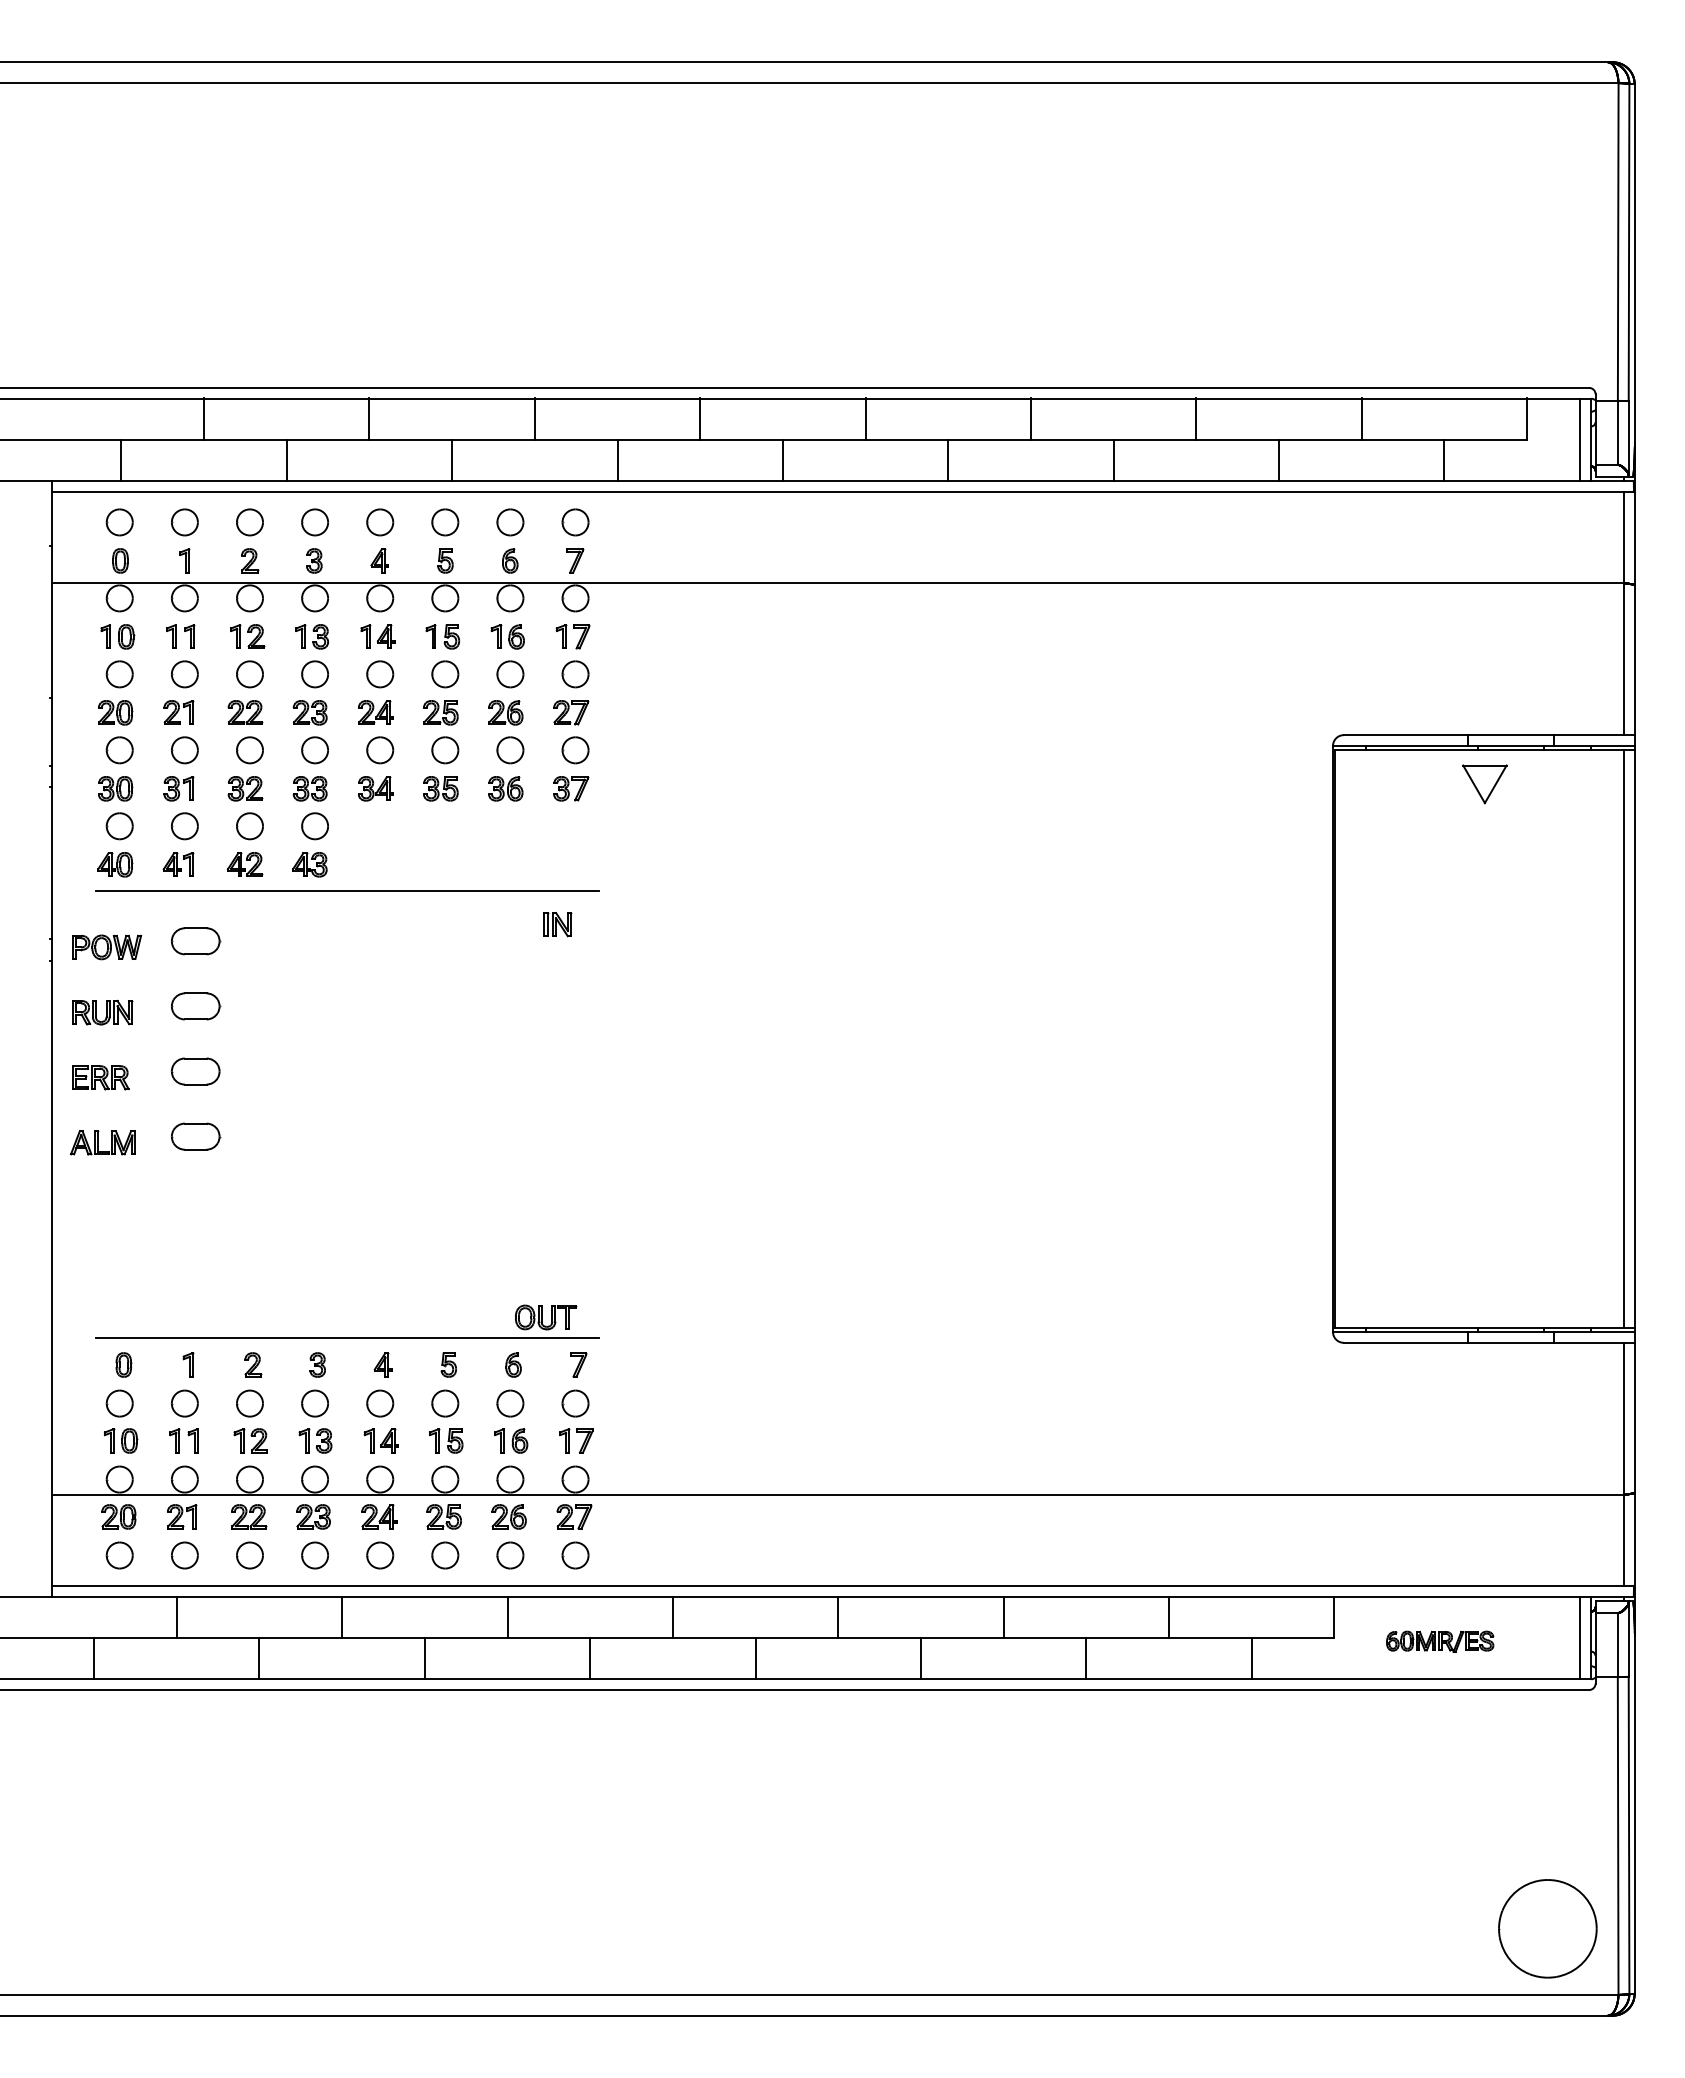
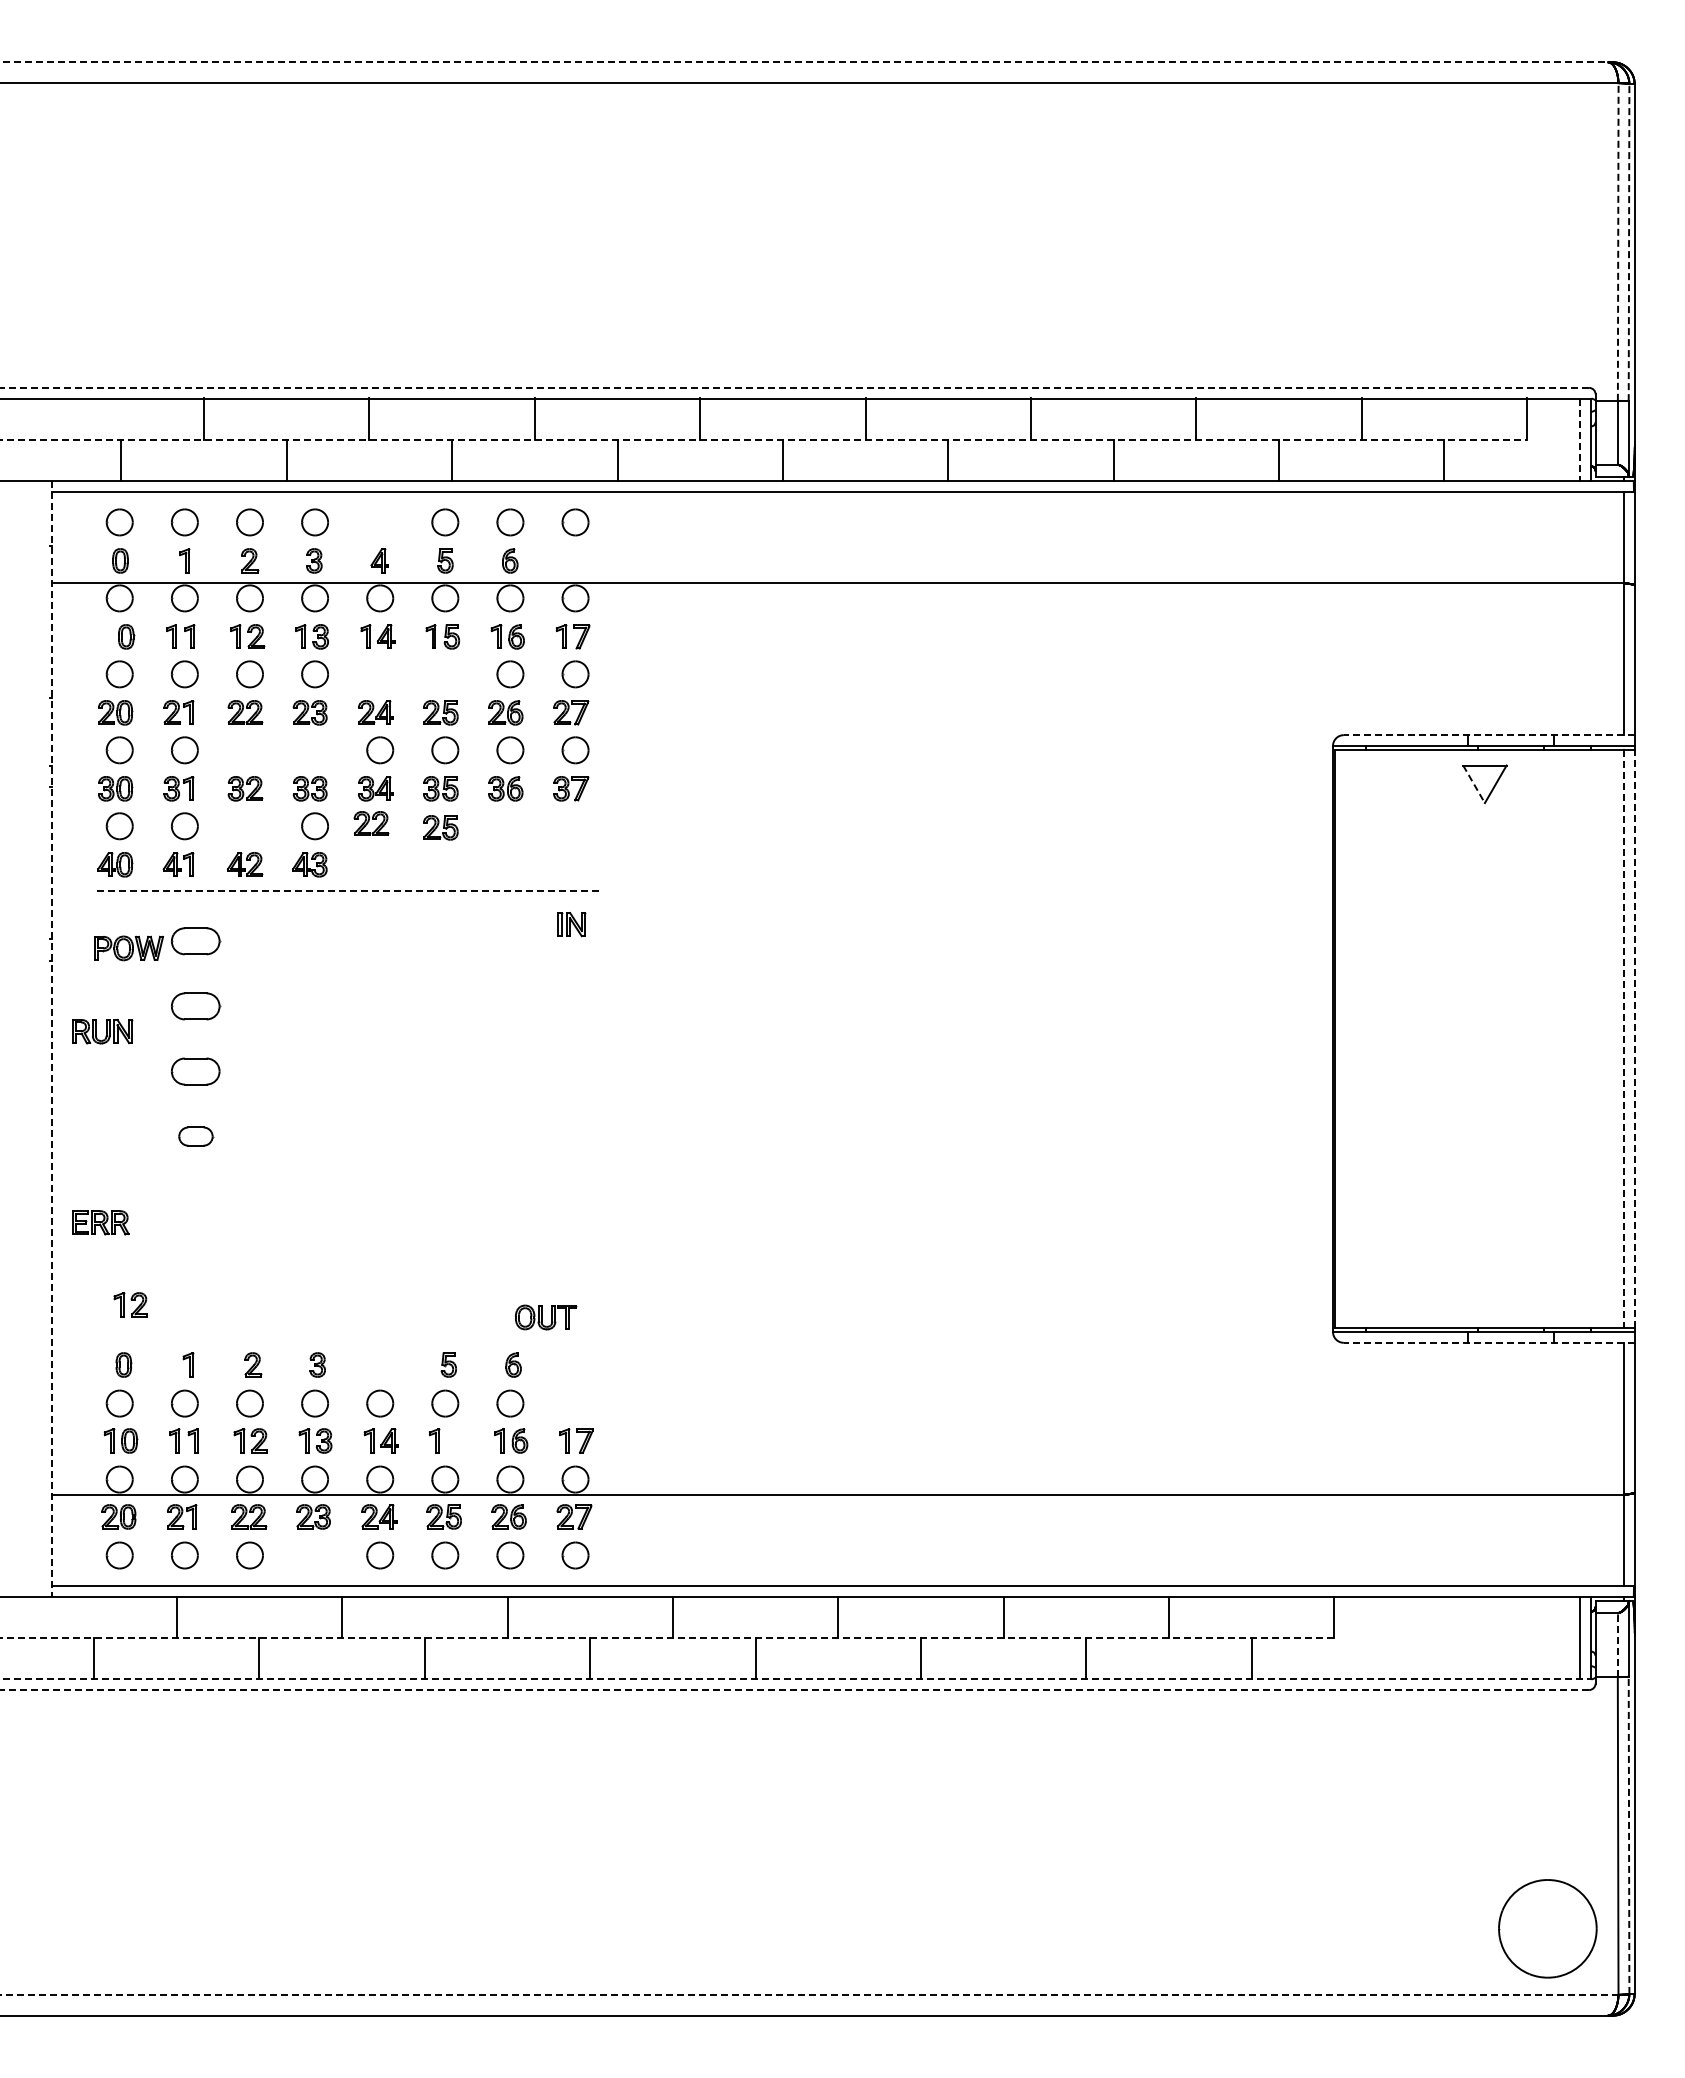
line at (807, 62): solid -> dashed
line at (1618, 241): solid -> dashed
line at (1629, 242): solid -> dashed
line at (794, 387): solid -> dashed
line at (764, 439): solid -> dashed
line at (1580, 440): solid -> dashed
part at (380, 522): present -> none
part at (575, 560): present -> none
part at (105, 636): present -> none
part at (380, 674): present -> none
part at (445, 674): present -> none
line at (1488, 735): solid -> dashed
part at (249, 750): present -> none
part at (314, 750): present -> none
line at (1474, 784): solid -> dashed
part at (371, 823): none -> present
part at (249, 826): present -> none
part at (440, 827): none -> present
line at (347, 891): solid -> dashed
part at (557, 924) position: (557, 924) -> (571, 924)
part at (107, 947) position: (107, 947) -> (129, 948)
part at (102, 1012) position: (102, 1012) -> (102, 1031)
line at (1623, 1038): solid -> dashed
line at (1634, 1038): solid -> dashed
line at (52, 1039): solid -> dashed
part at (100, 1077) position: (100, 1077) -> (100, 1222)
part at (196, 1136) size: 51x29 px -> 37x21 px
part at (102, 1142): present -> none
part at (130, 1304): none -> present
line at (347, 1338): present -> none
line at (1488, 1342): solid -> dashed
part at (382, 1364): present -> none
part at (578, 1364): present -> none
part at (575, 1403): present -> none
part at (455, 1440): present -> none
part at (314, 1555): present -> none
line at (667, 1637): solid -> dashed
part at (1440, 1641): present -> none
line at (1617, 1645): solid -> dashed
line at (796, 1679): solid -> dashed
line at (794, 1690): solid -> dashed
line at (1629, 1835): solid -> dashed
line at (809, 1994): solid -> dashed
